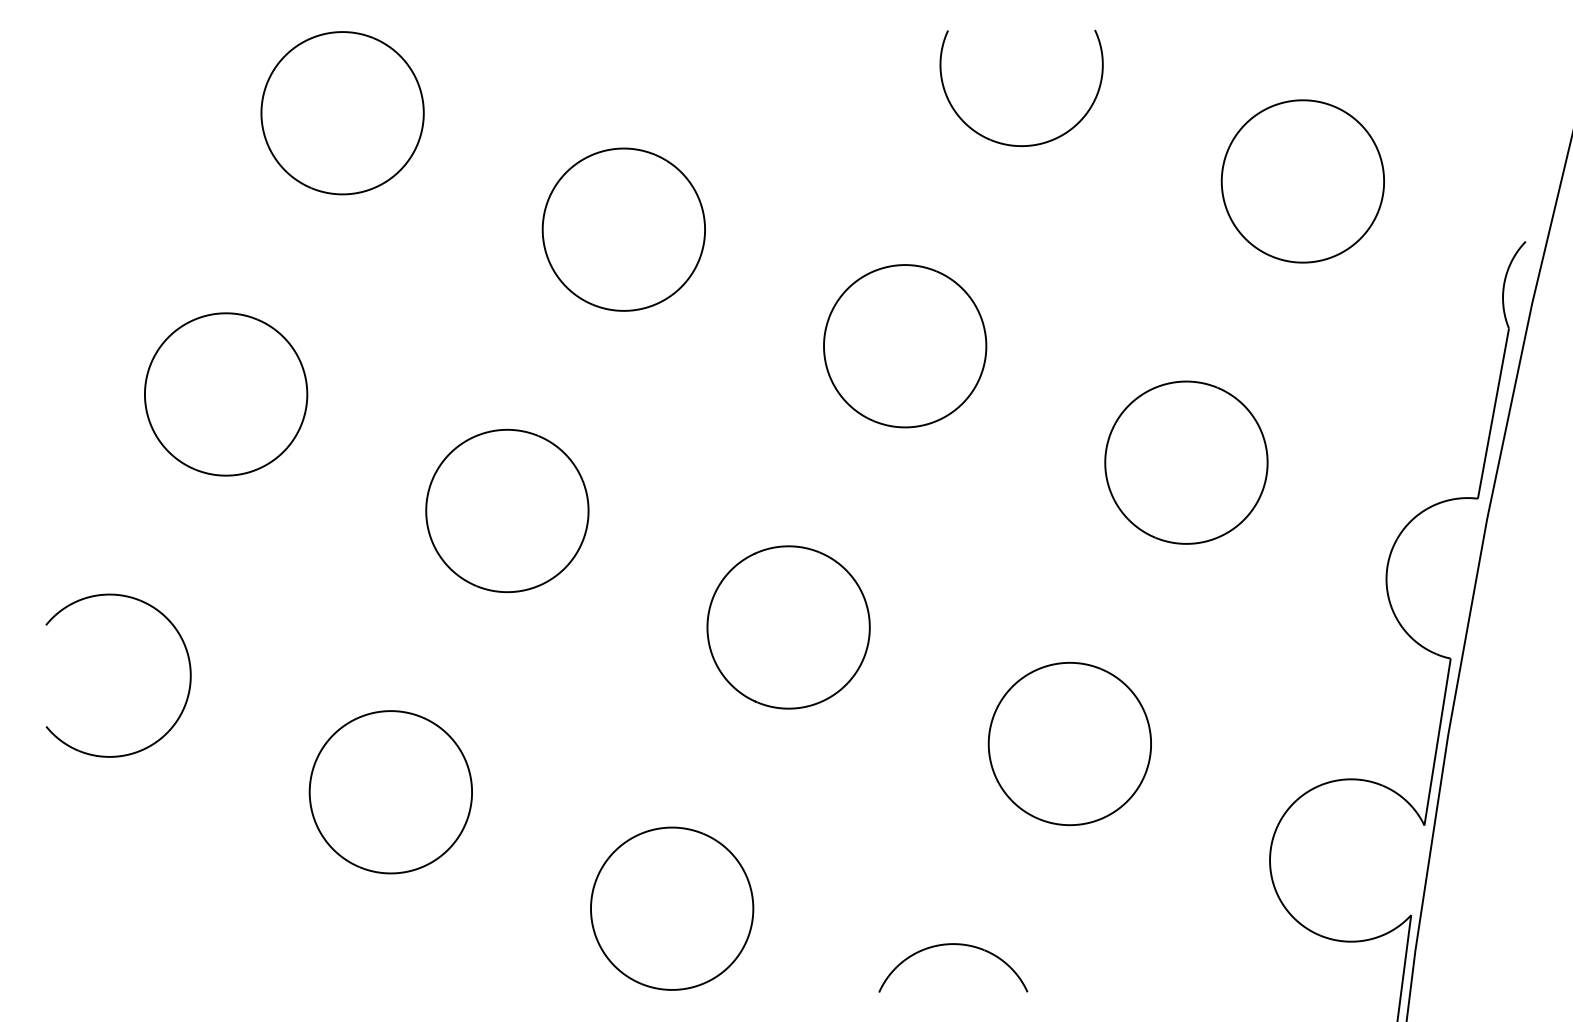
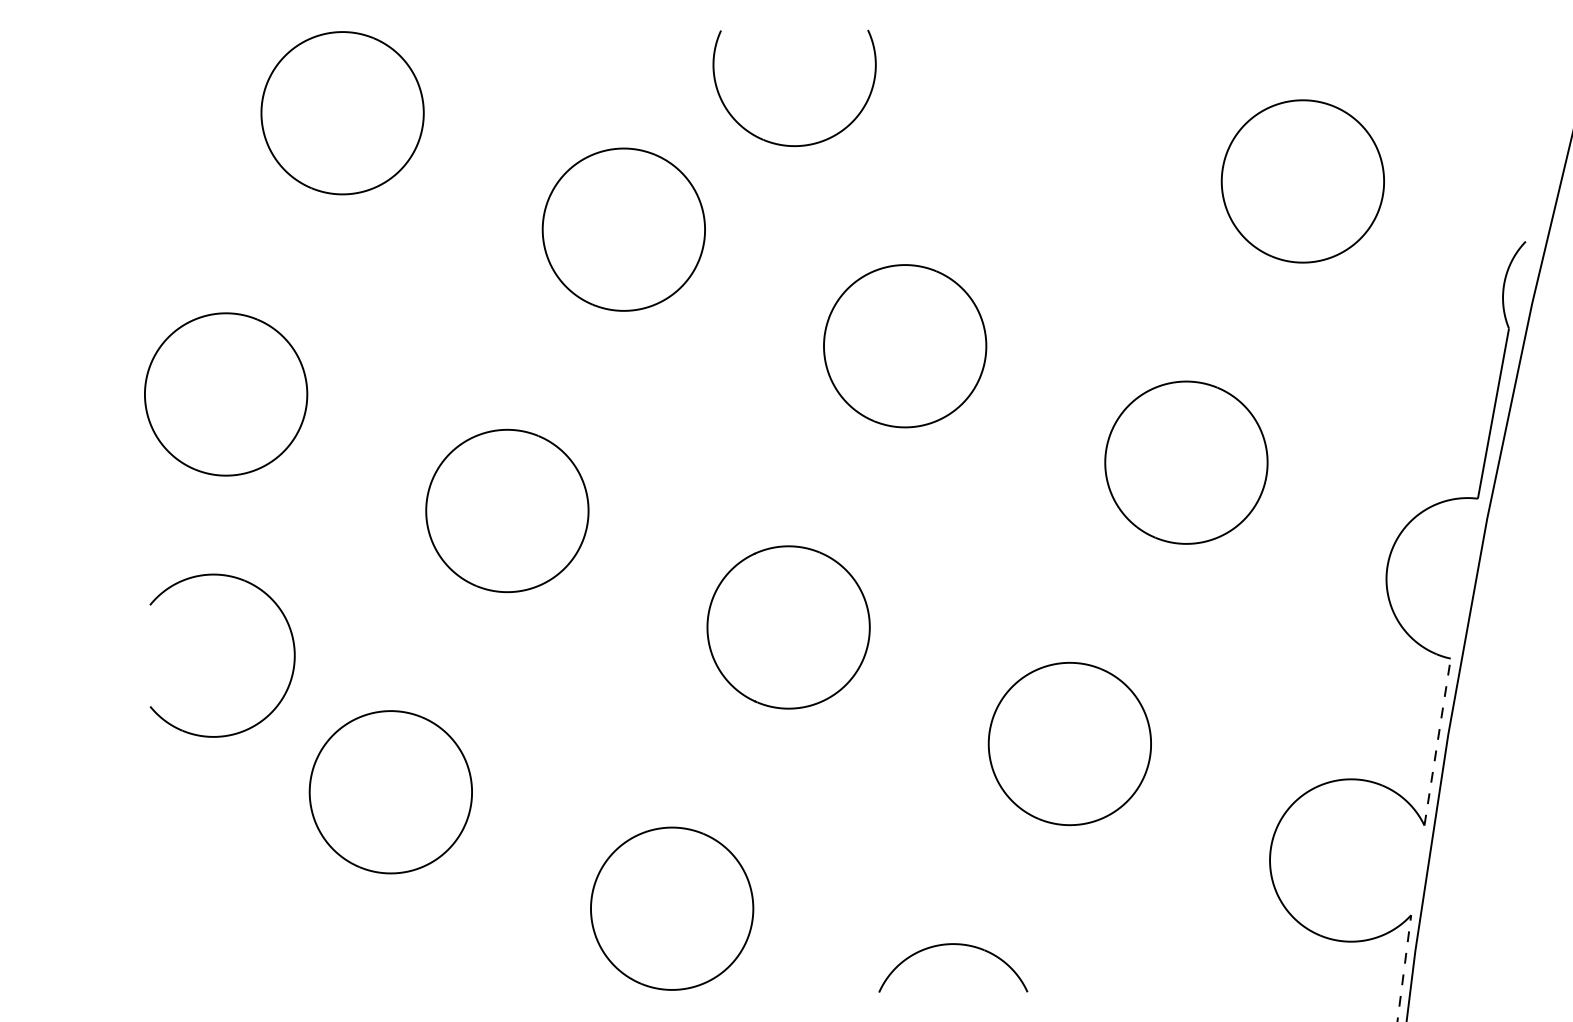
part at (1014, 144) position: (1014, 144) -> (787, 144)
part at (189, 675) position: (189, 675) -> (293, 655)
line at (1437, 741): solid -> dashed
line at (1404, 967): solid -> dashed
